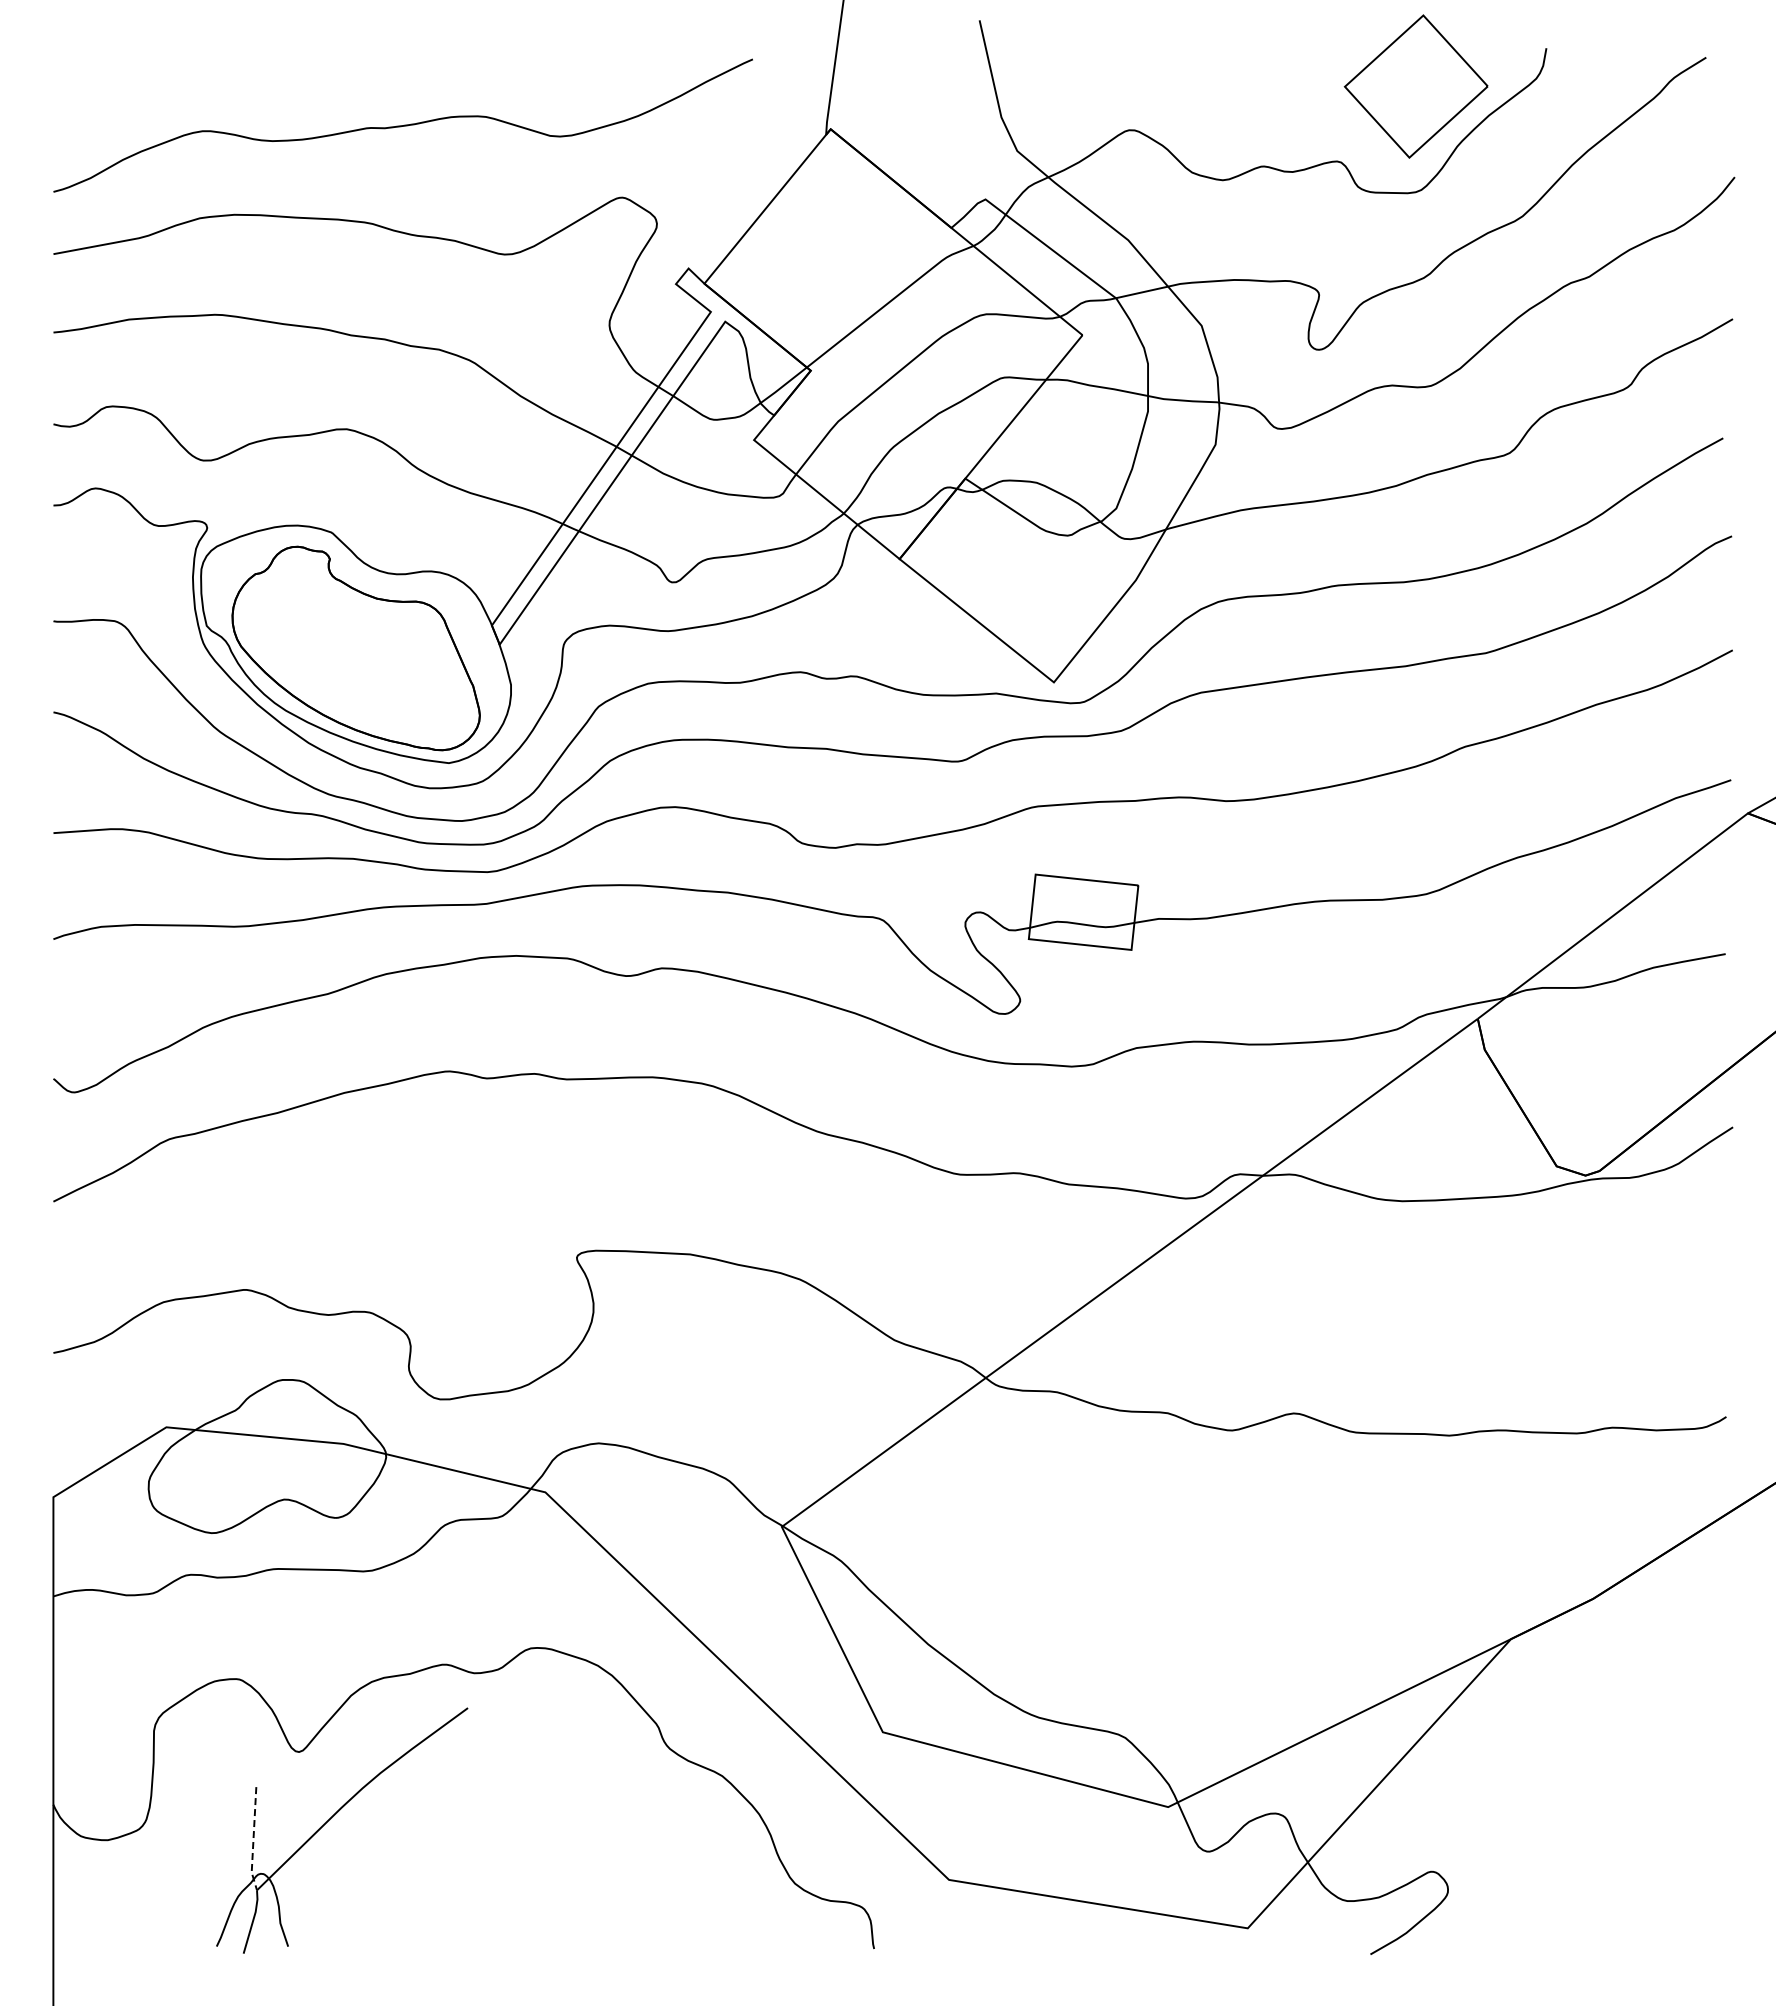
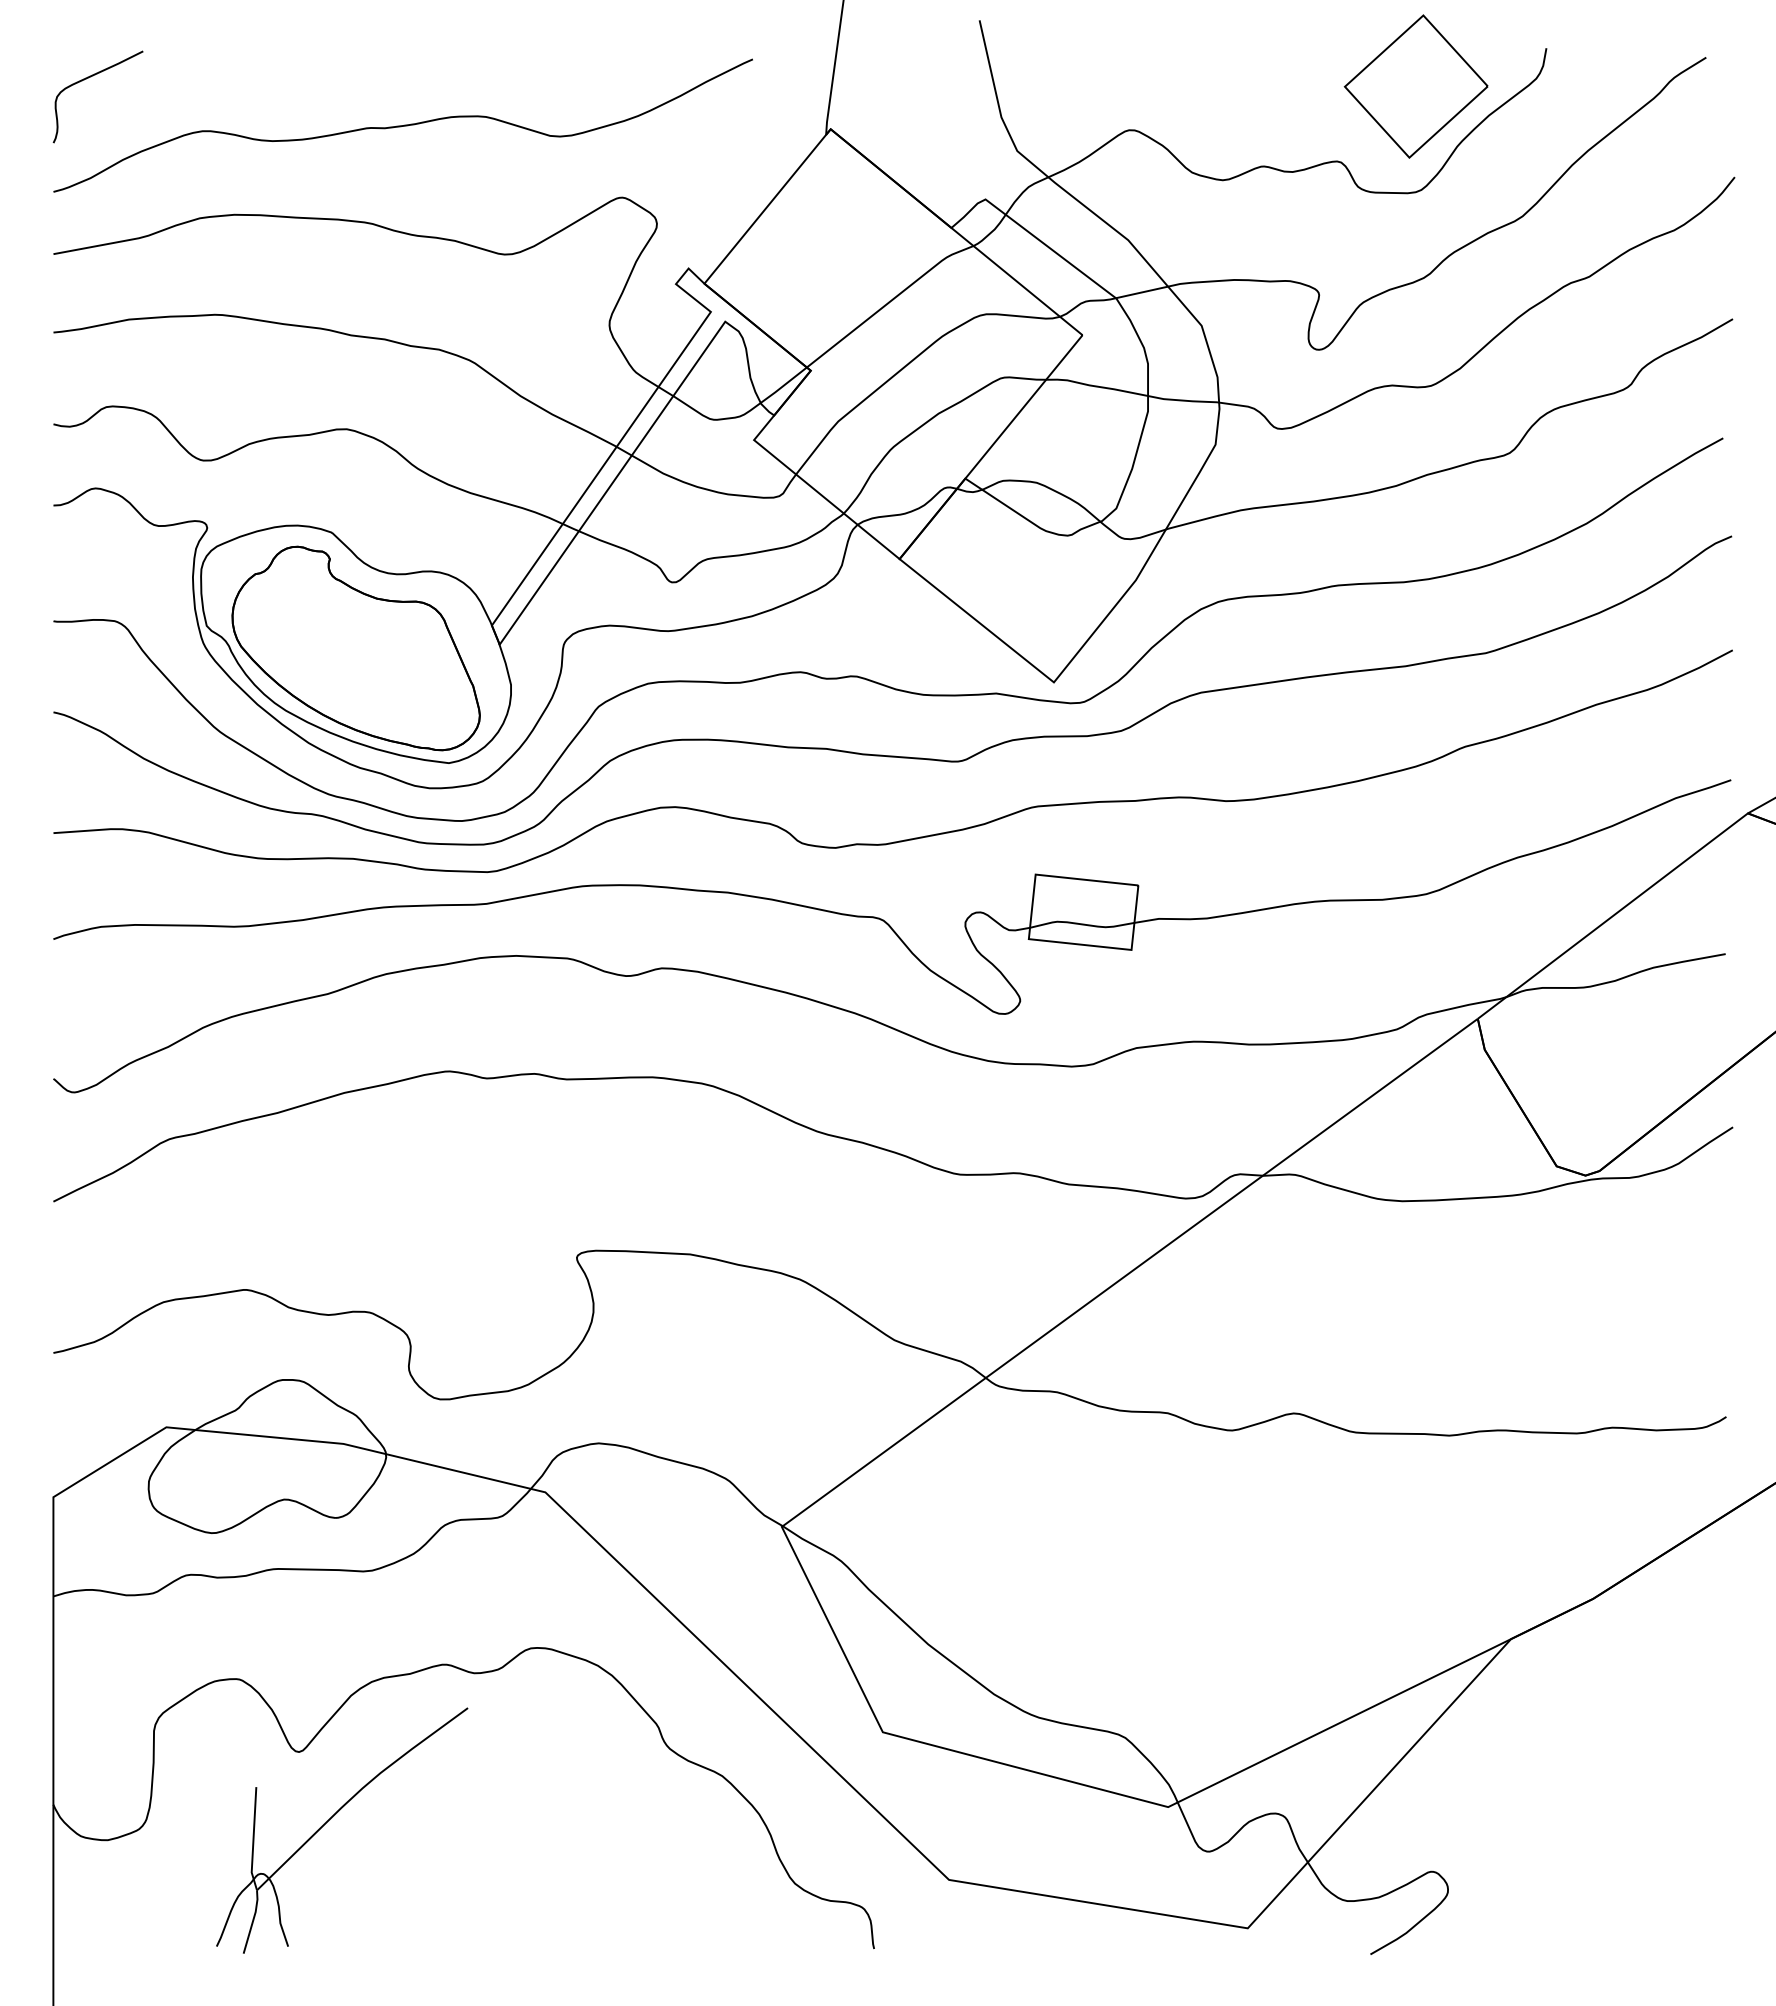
curve at (88, 78): none -> present
line at (253, 1839): dashed -> solid
